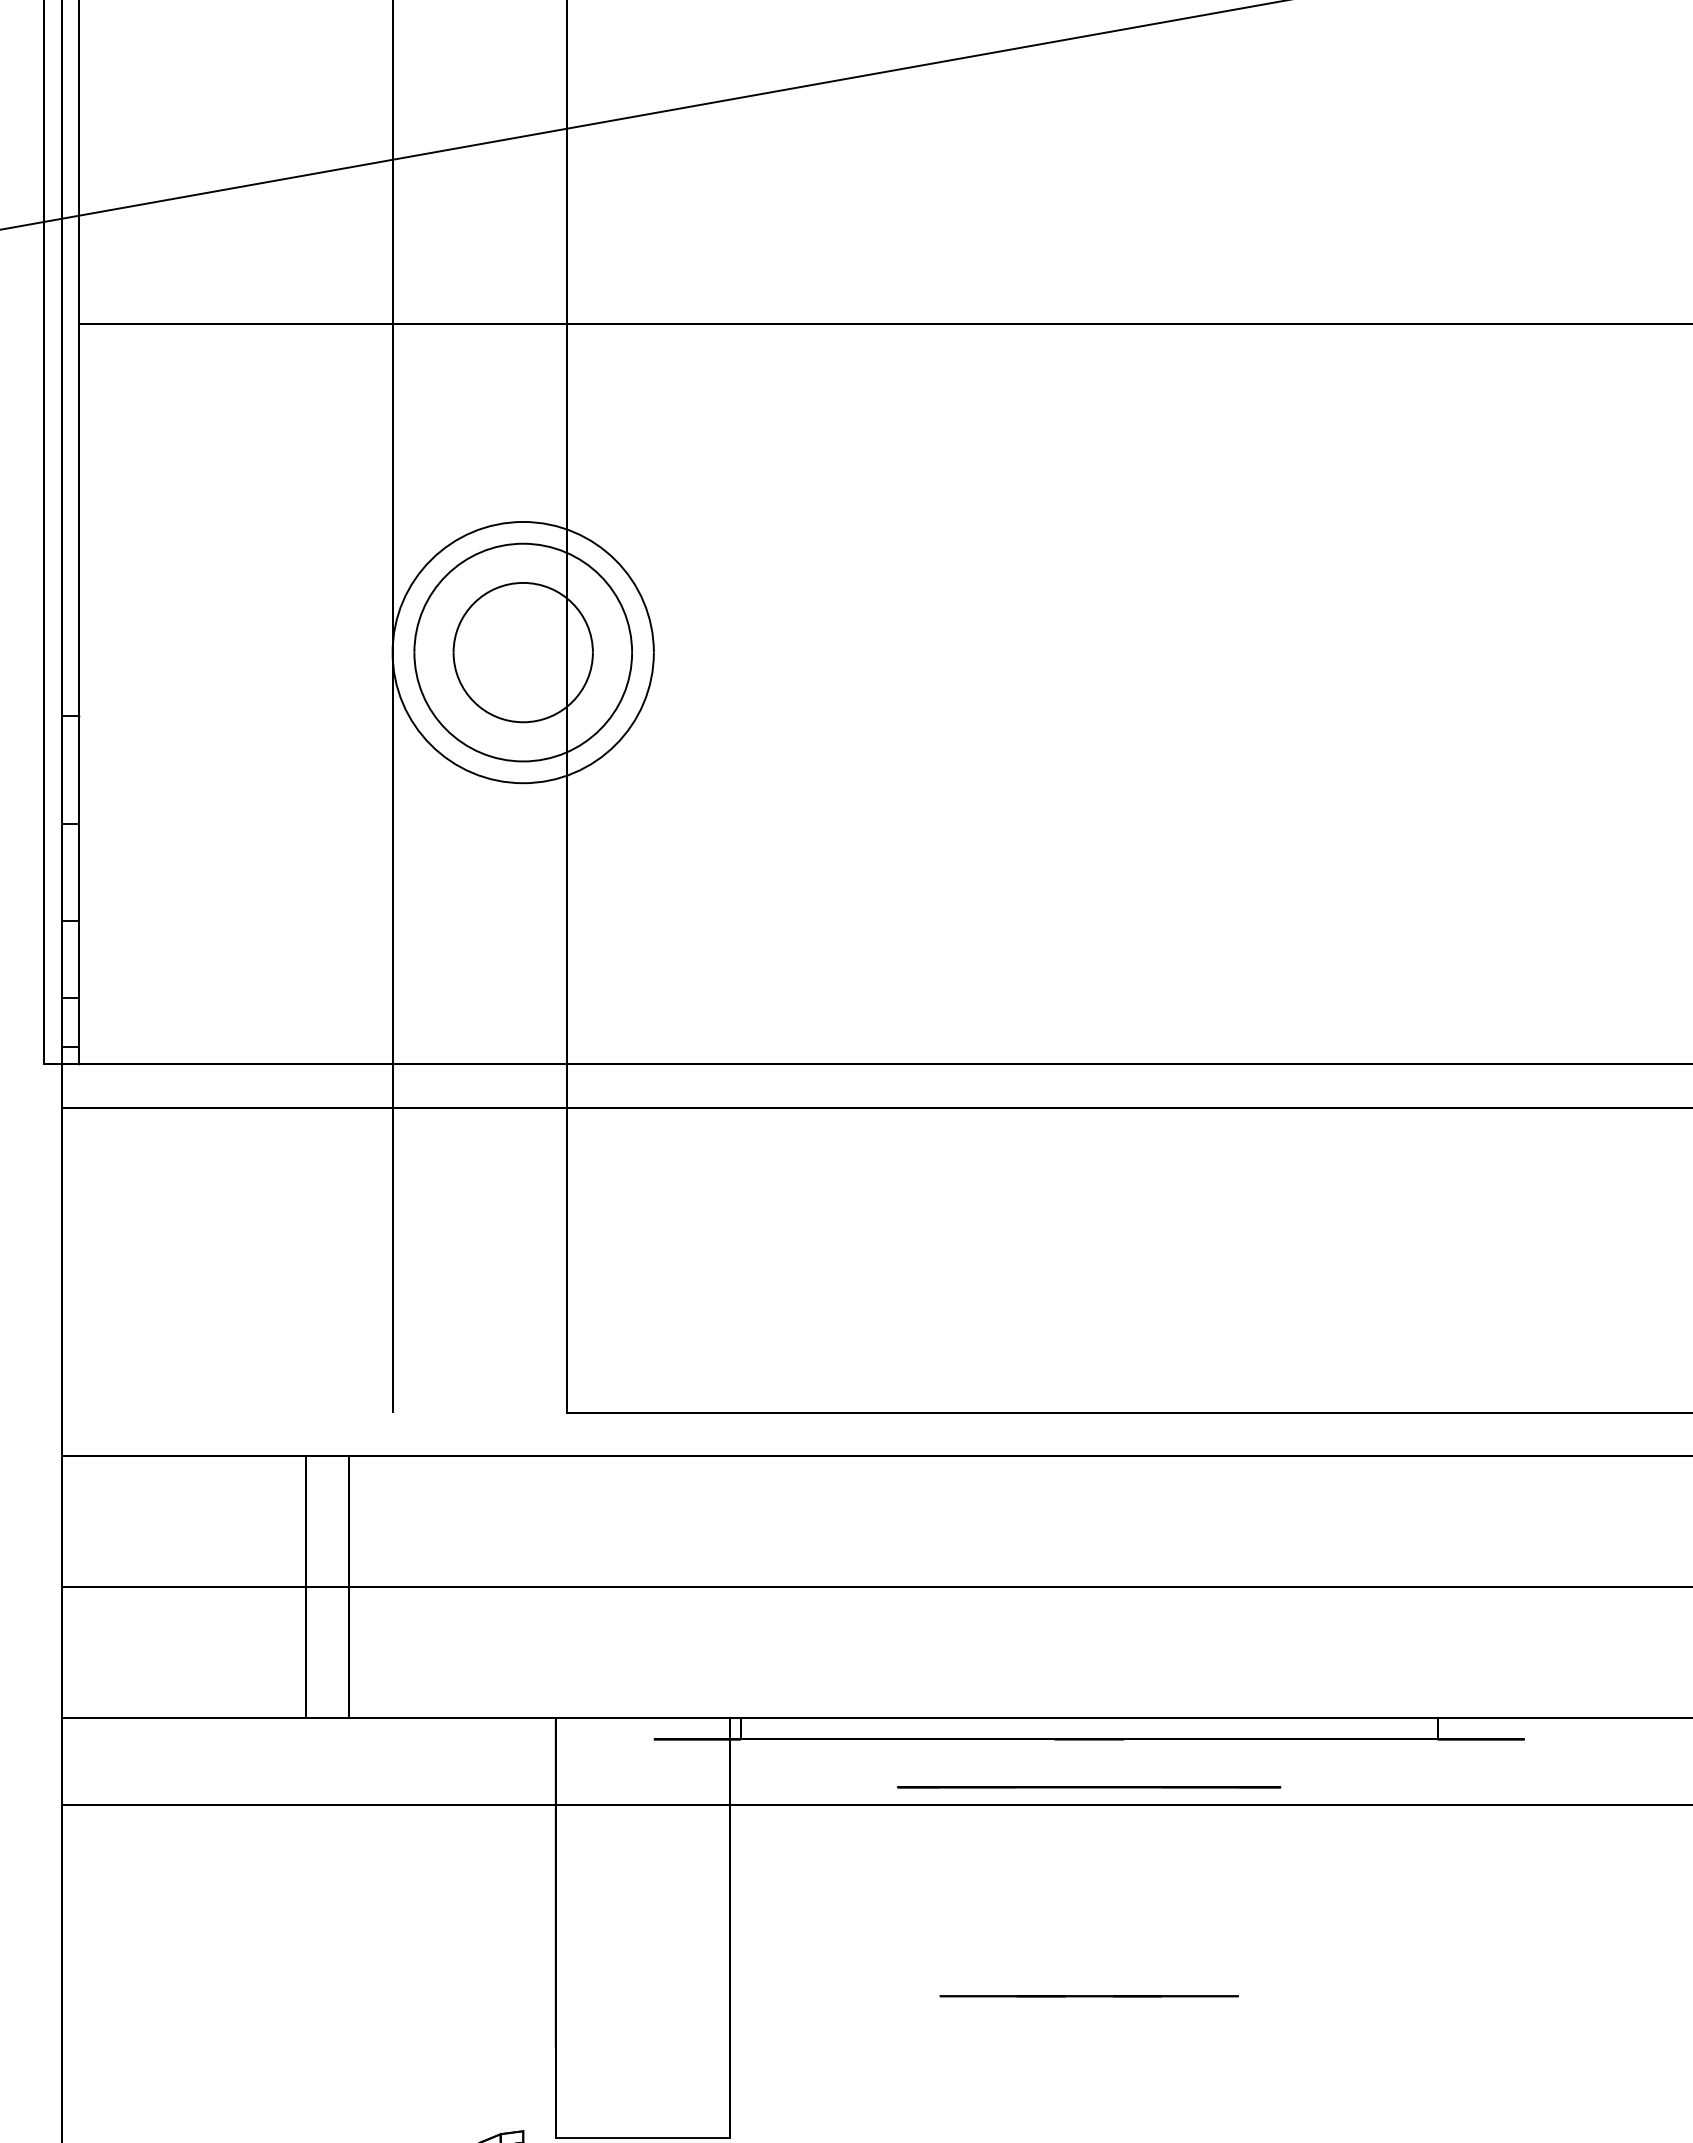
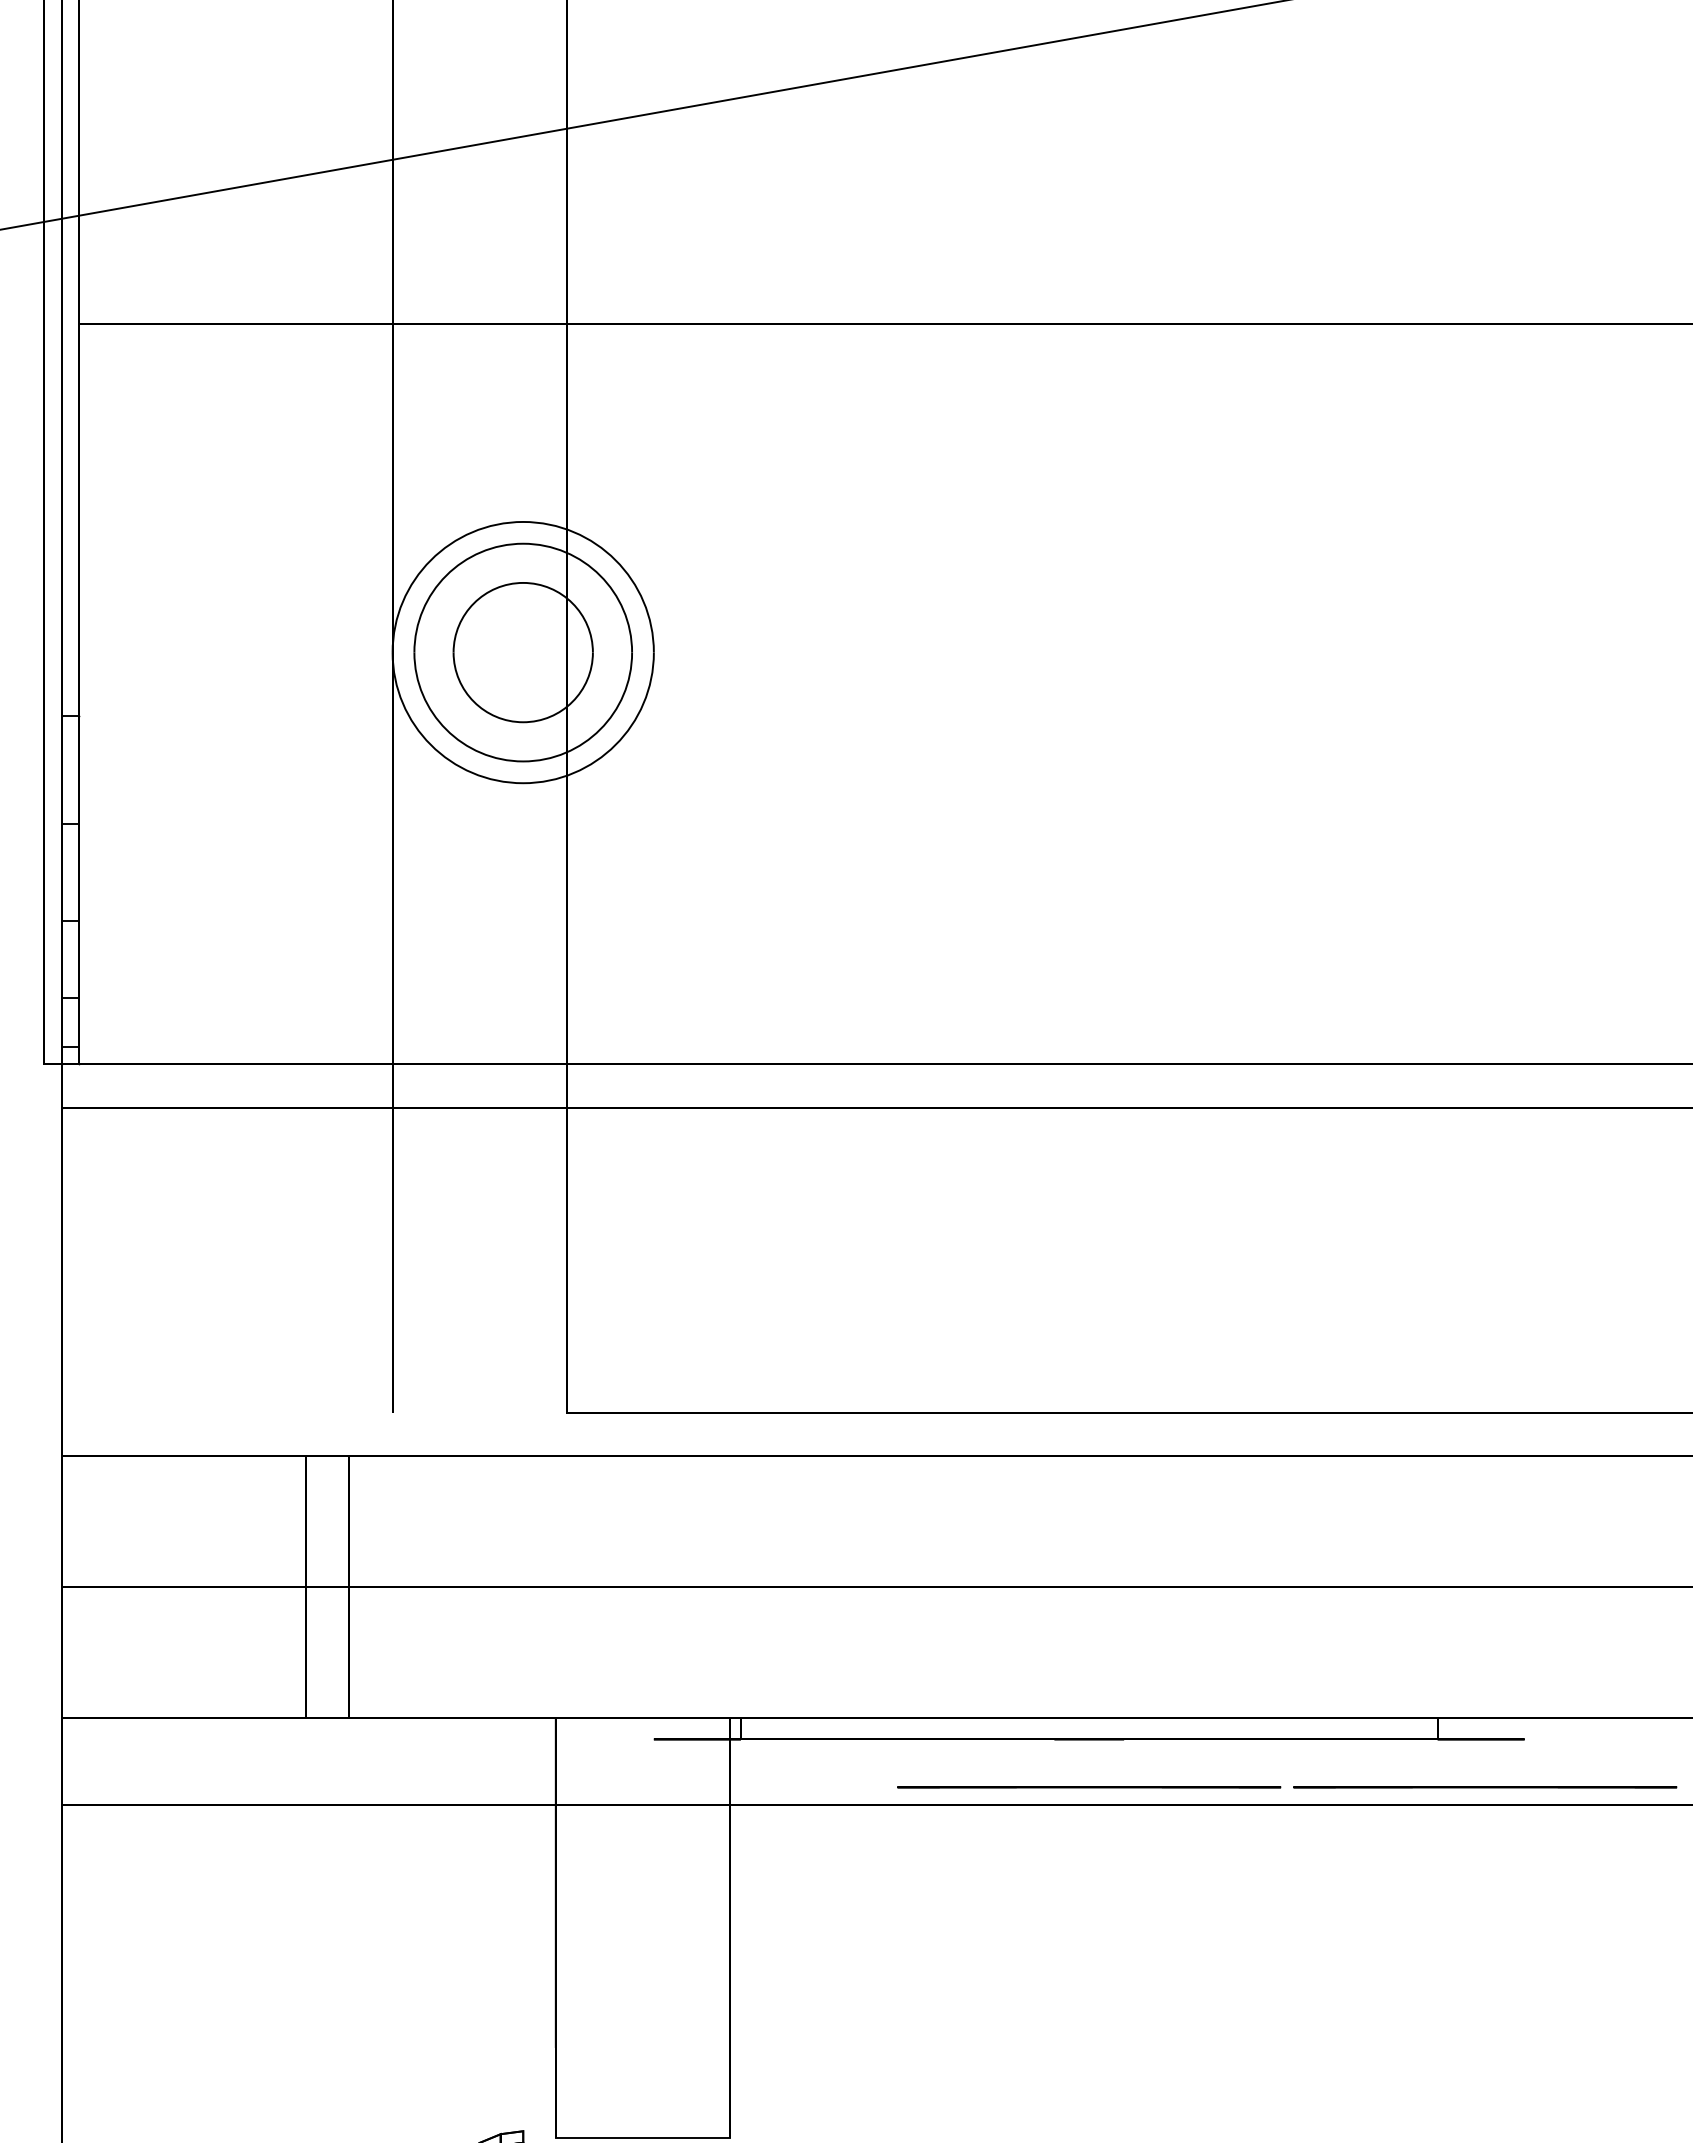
line at (1485, 1787): none -> present
line at (1088, 1996): present -> none
